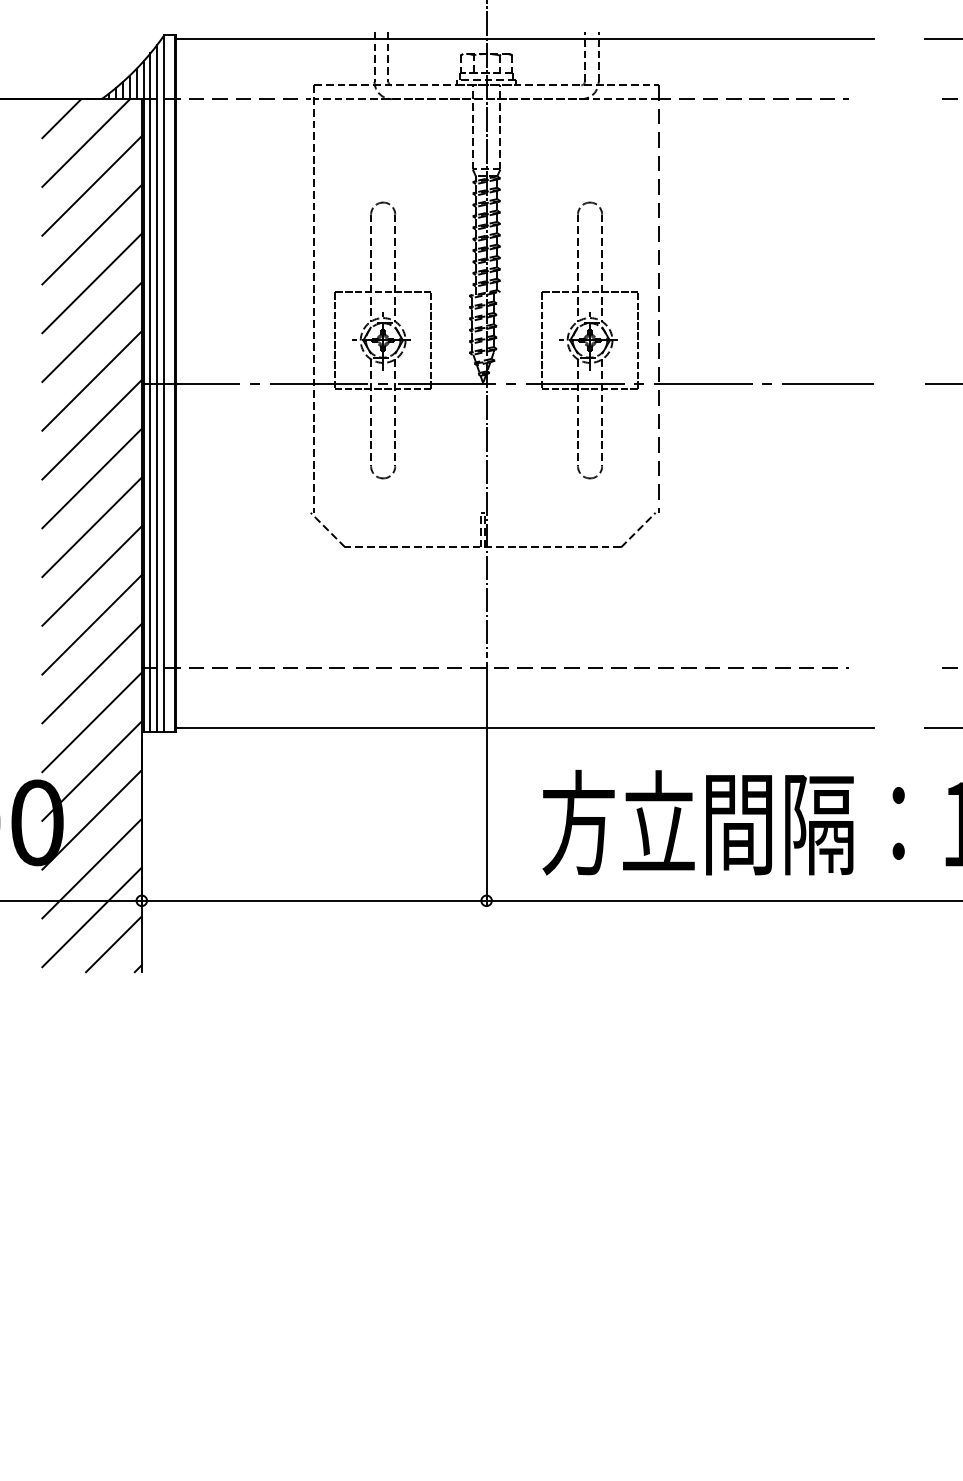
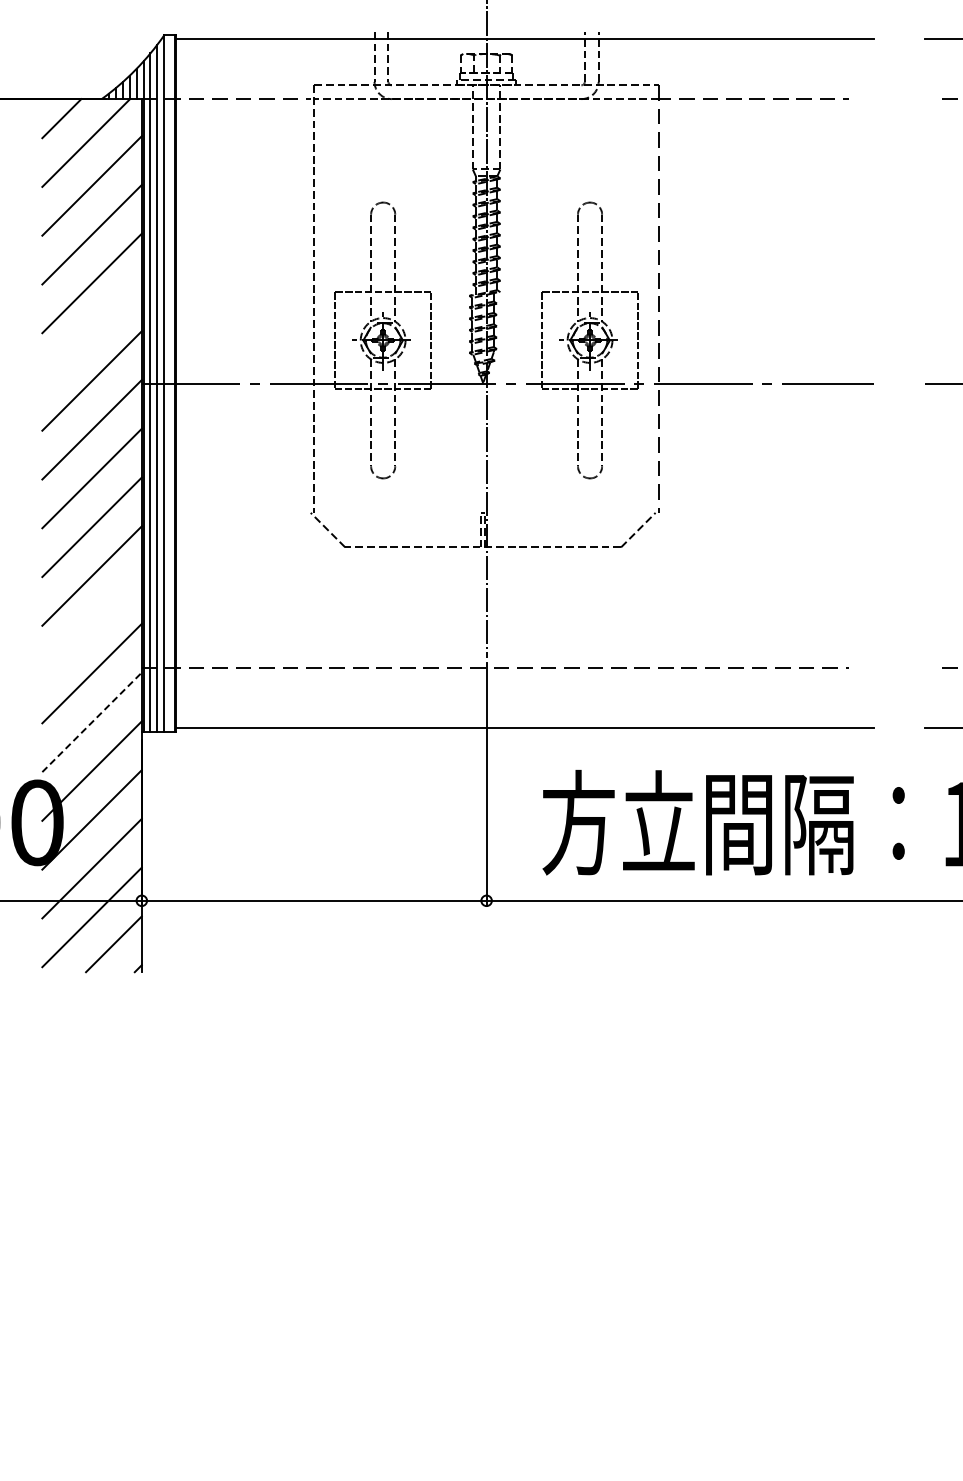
line at (91, 331): present -> none
line at (91, 624): present -> none
line at (92, 722): solid -> dashed
